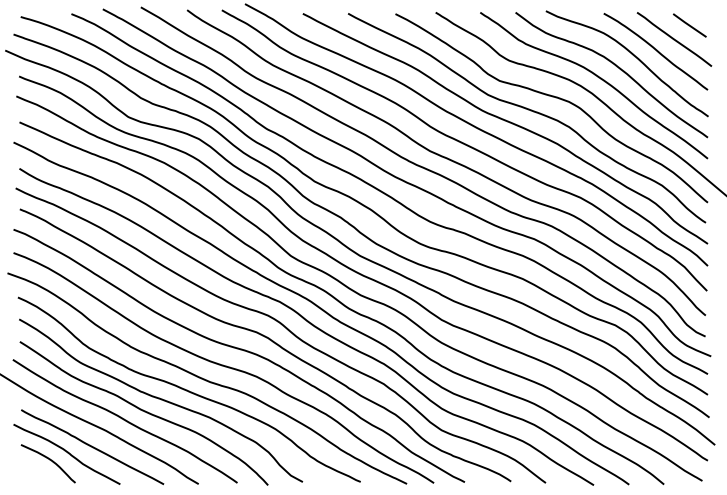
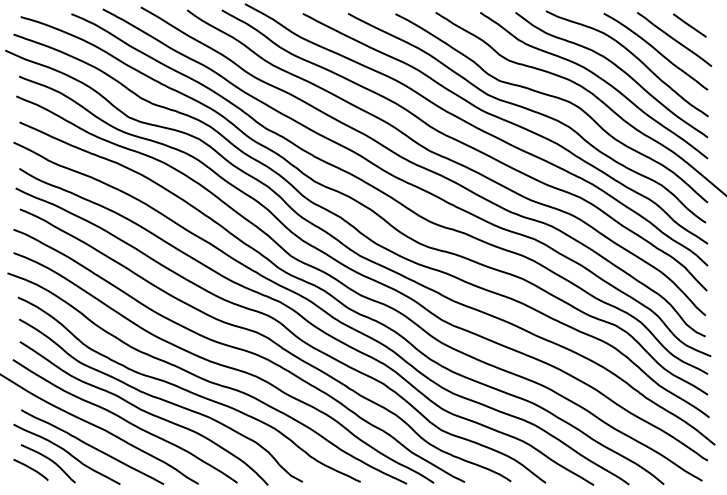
curve at (30, 469): none -> present
